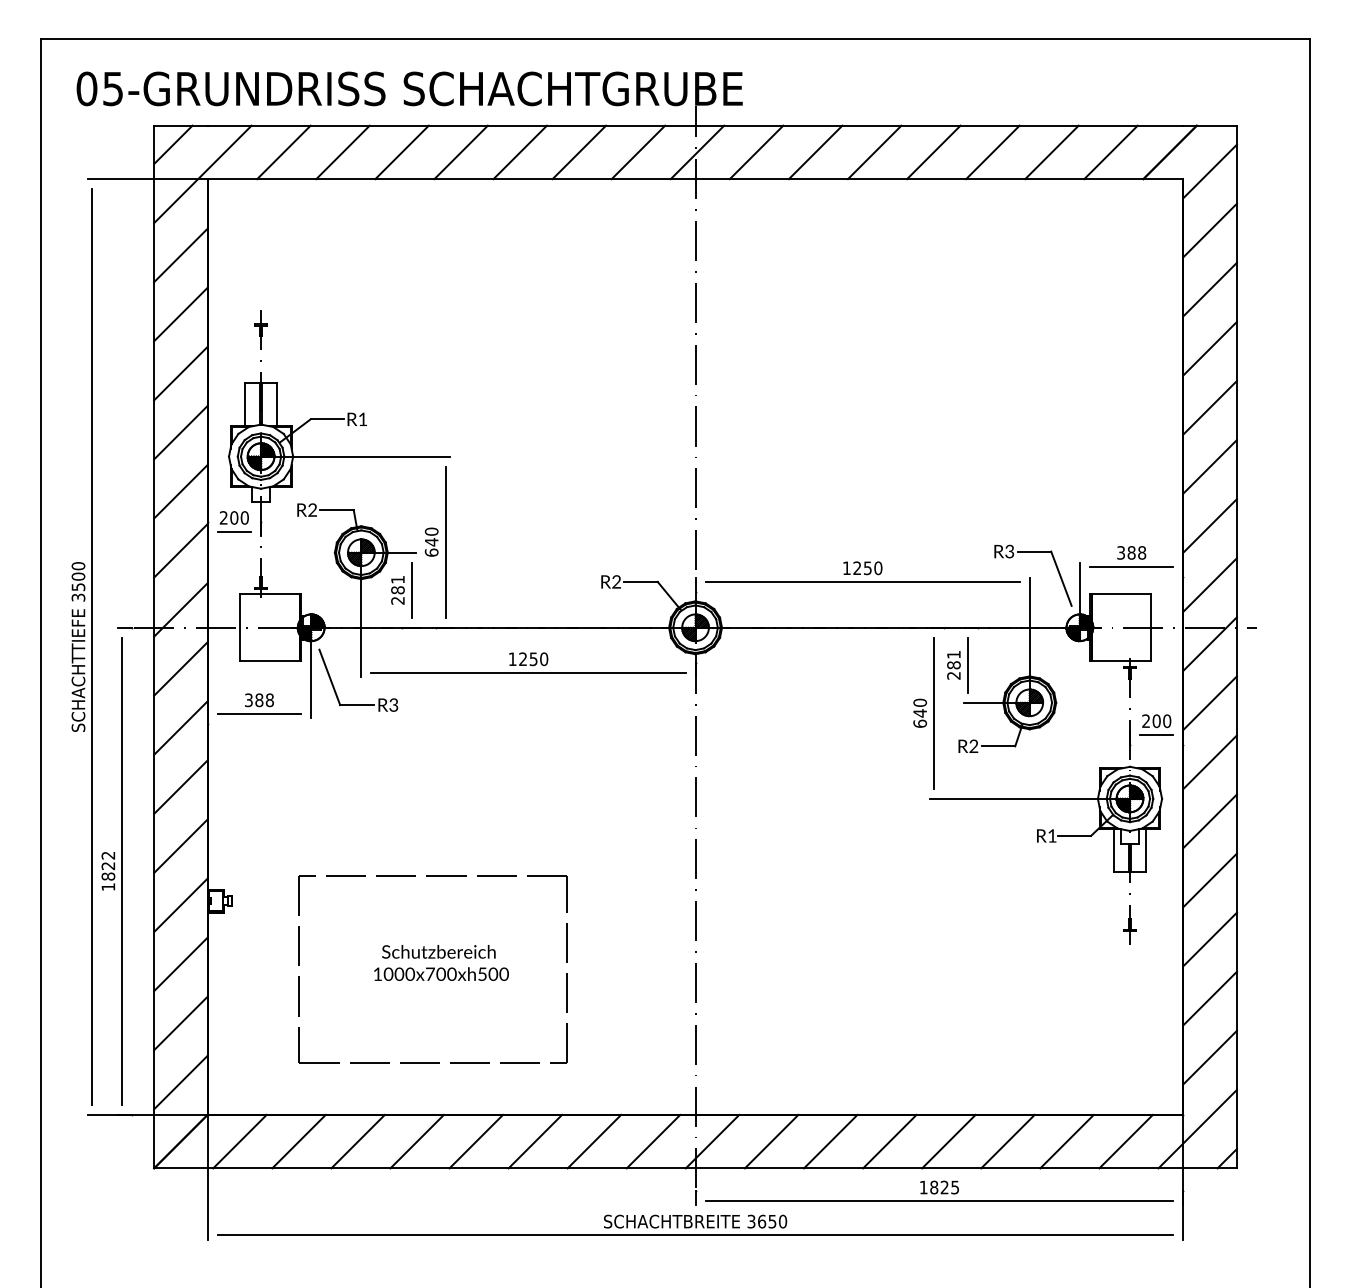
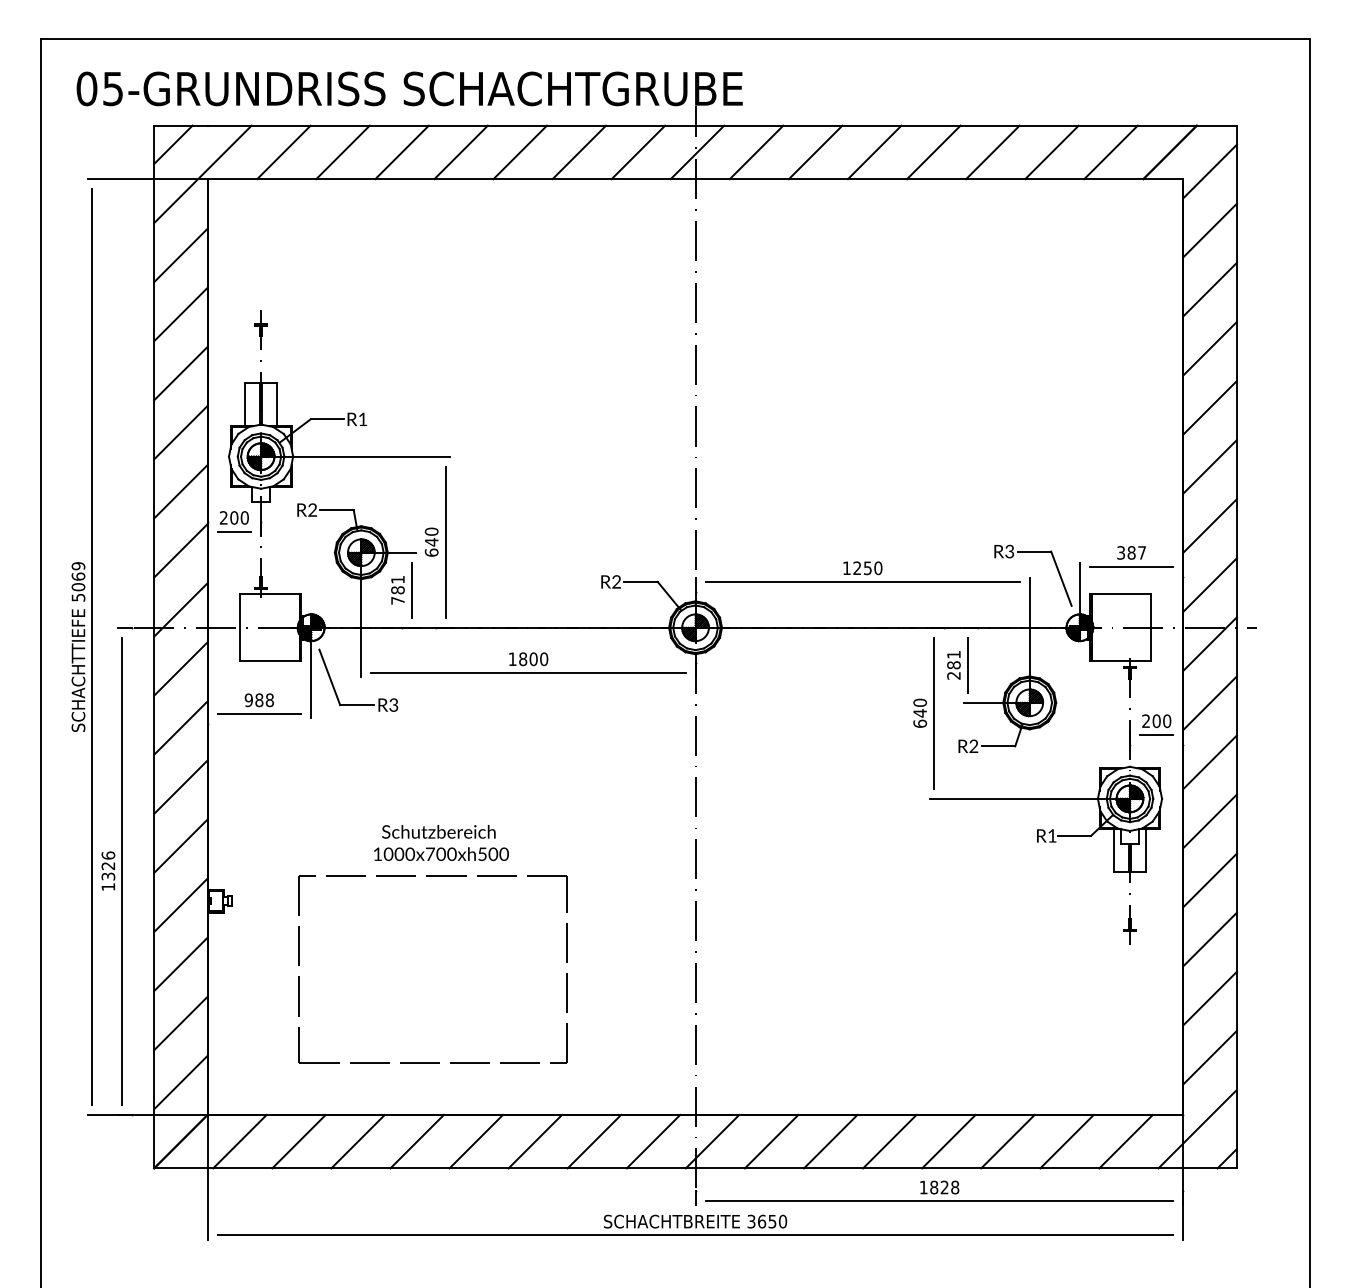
text at (1142, 552): 388 -> 387
text at (78, 581): 3500 -> 5069
text at (397, 600): 281 -> 781
text at (528, 659): 1250 -> 1800
text at (248, 699): 388 -> 988
text at (108, 865): 1822 -> 1326
text at (441, 962) position: (441, 962) -> (441, 842)
text at (955, 1187): 1825 -> 1828
